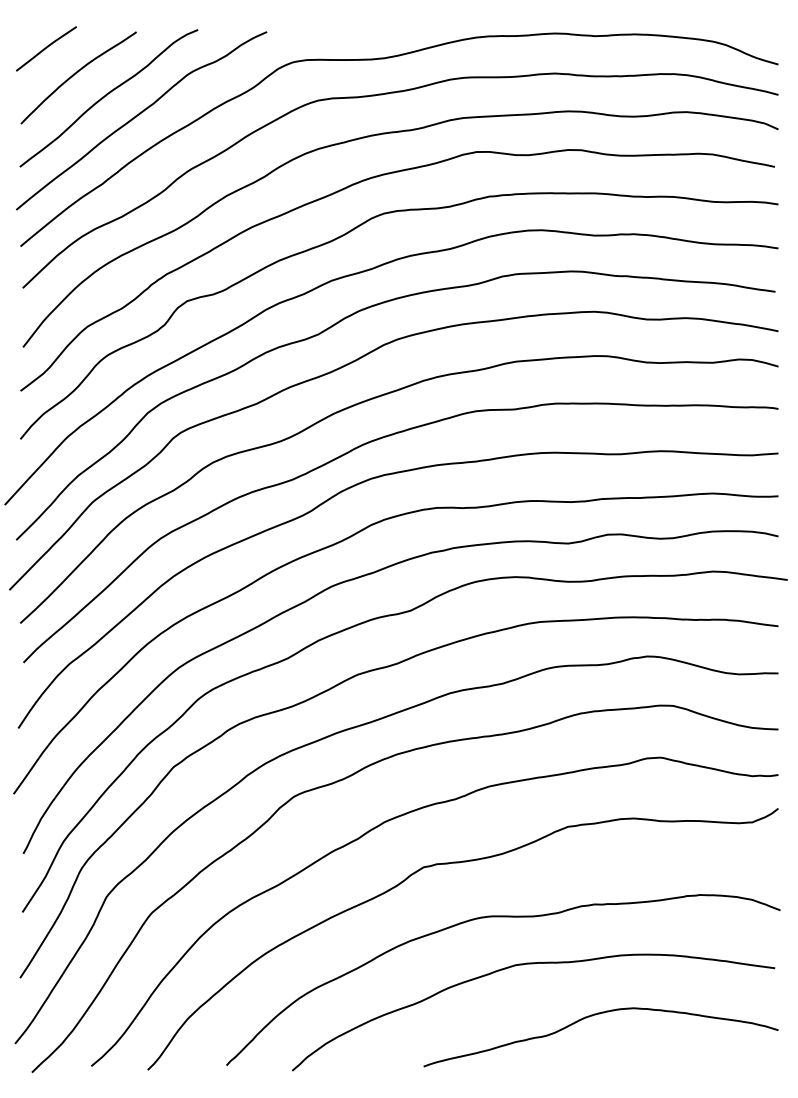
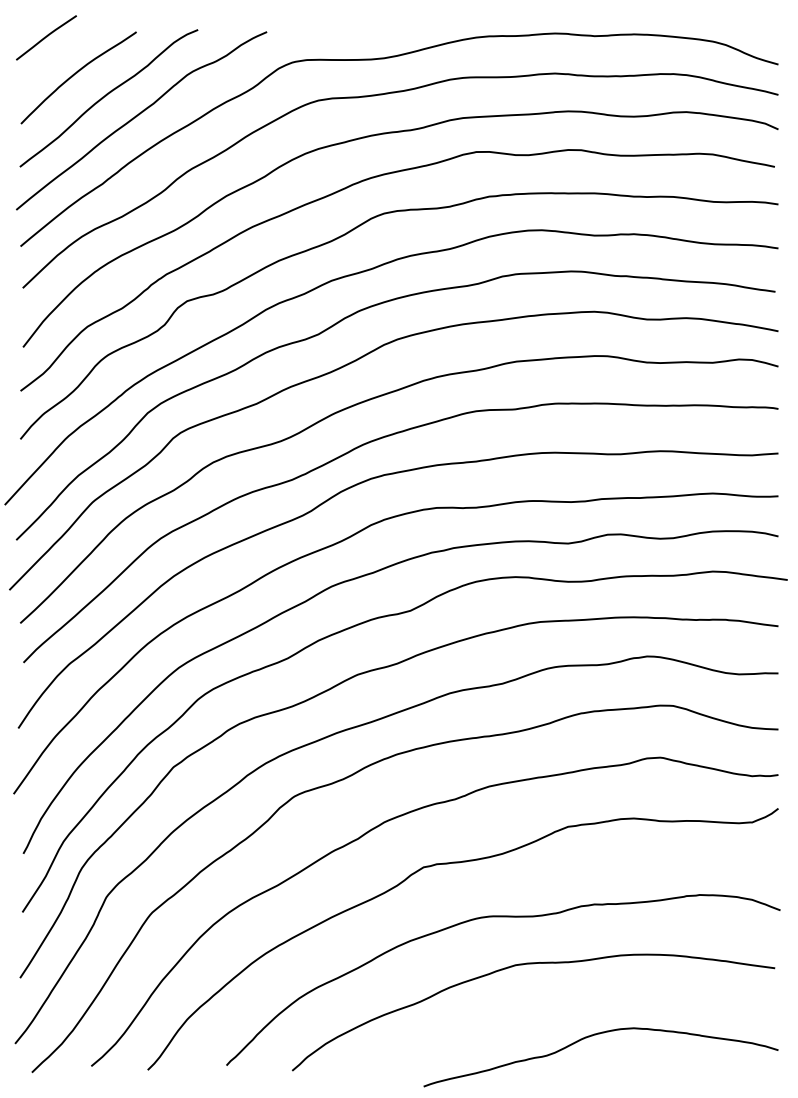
curve at (46, 48) position: (46, 48) -> (46, 37)
curve at (592, 1016) position: (592, 1016) -> (592, 1036)
